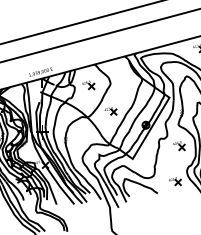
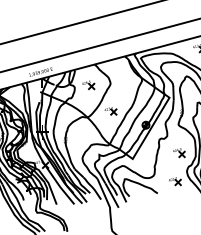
line at (99, 35) position: (99, 35) -> (99, 45)
part at (179, 146) position: (179, 146) -> (179, 153)
